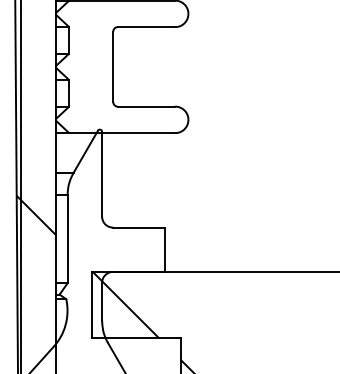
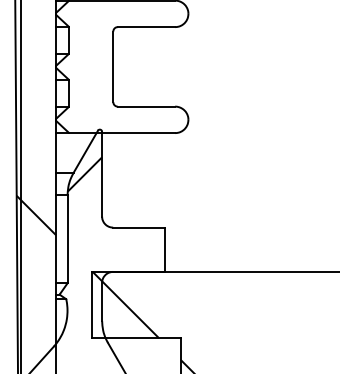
hatch at (84, 174): none -> present
